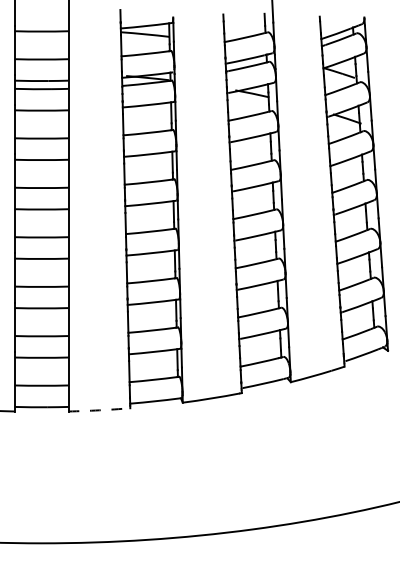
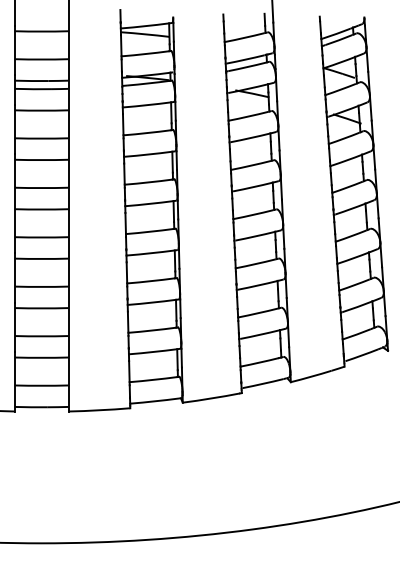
arc at (99, 410): dashed -> solid
